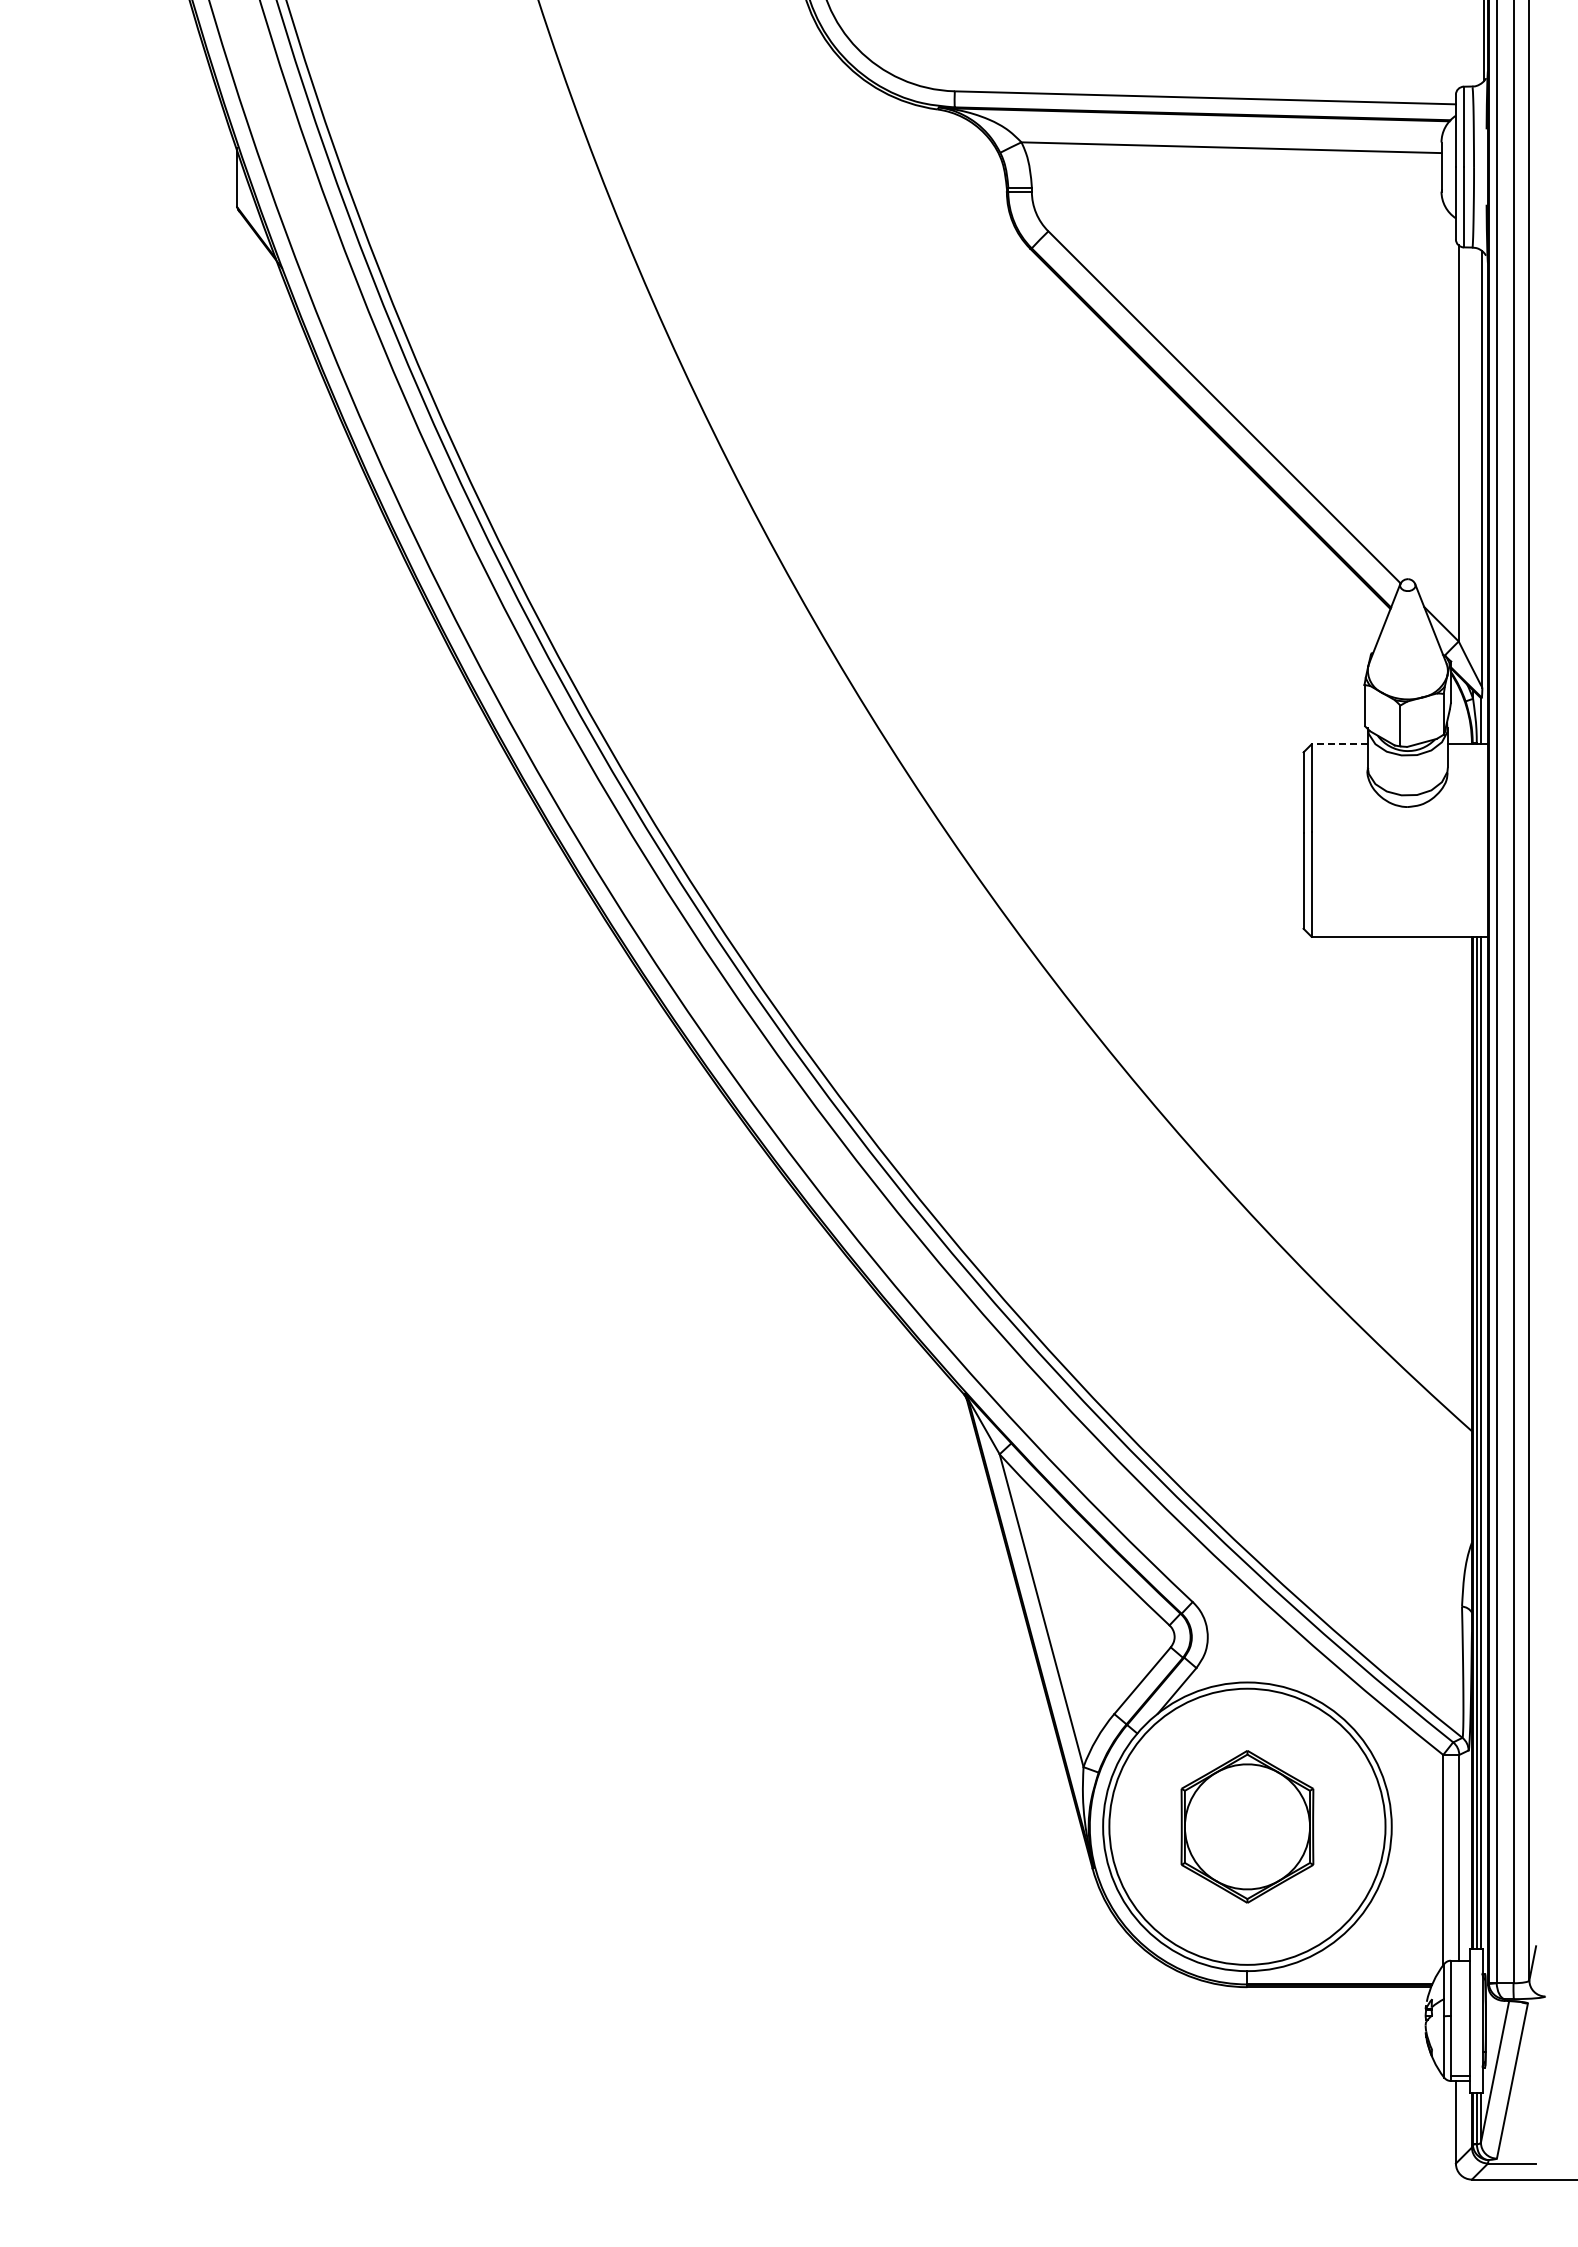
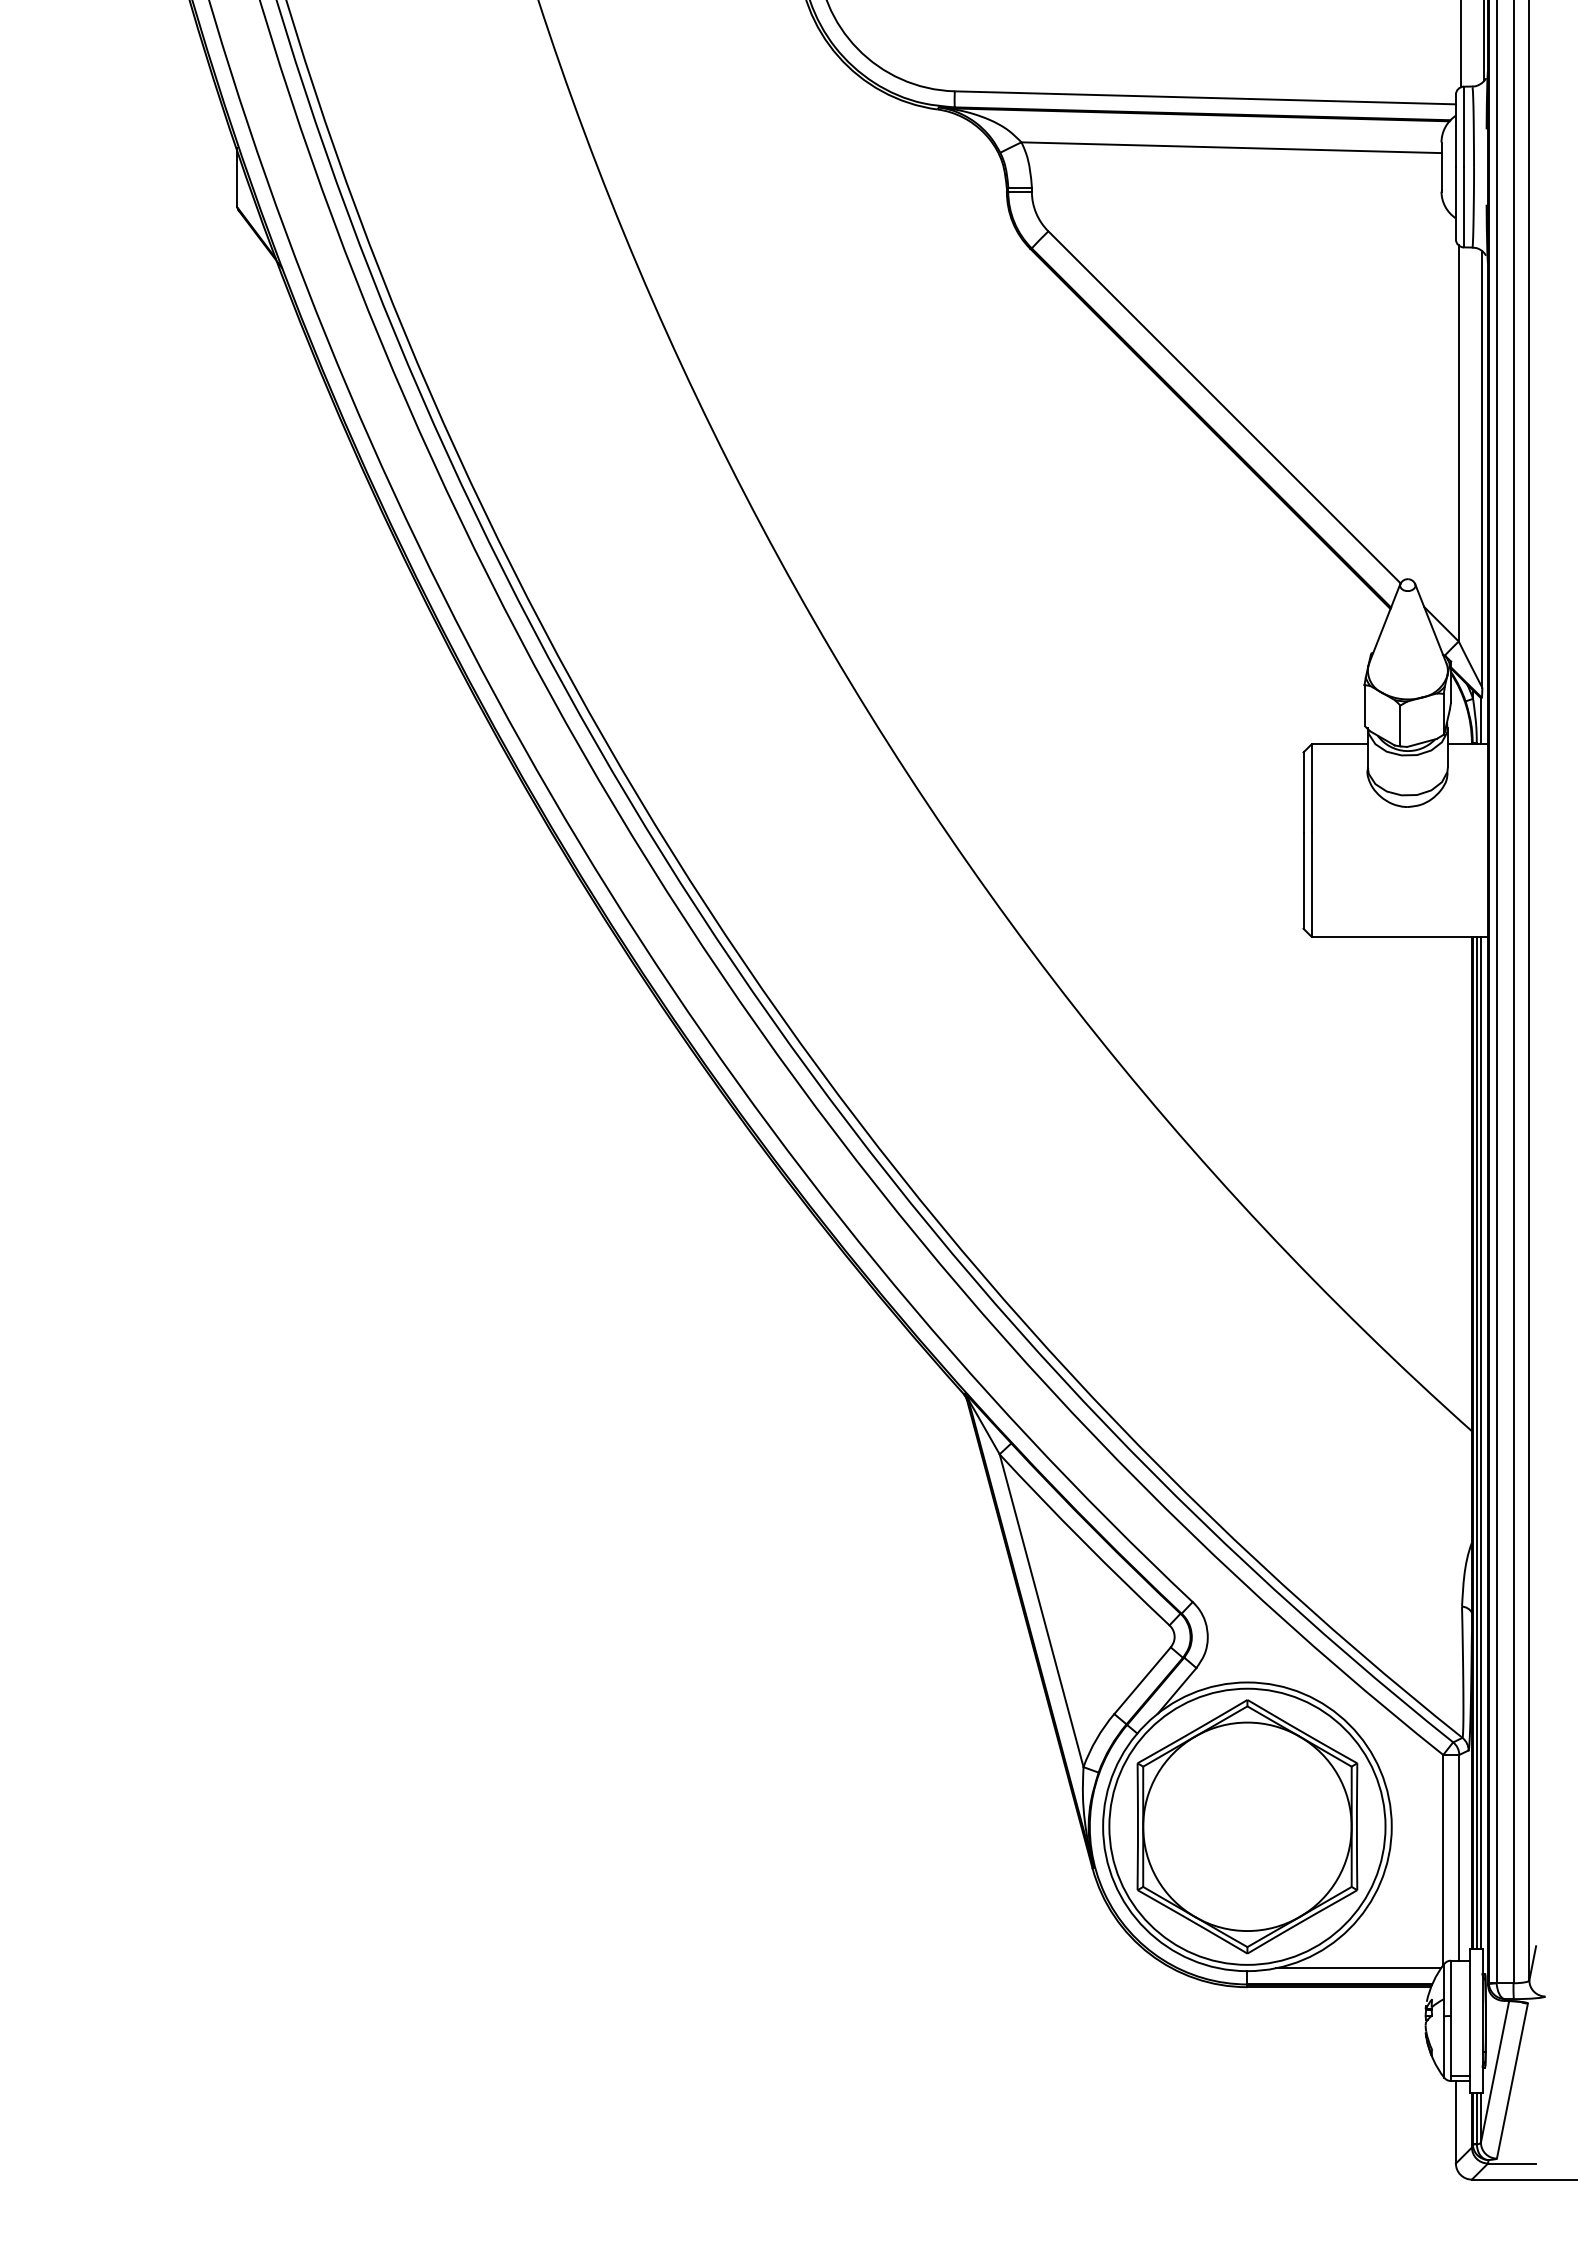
line at (1460, 44): none -> present
line at (1339, 744): dashed -> solid
part at (1247, 1826) size: 135x154 px -> 223x256 px
line at (1358, 1968): none -> present
